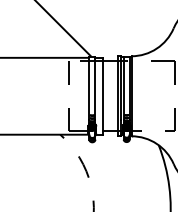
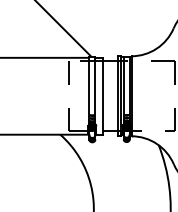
line at (85, 170): dashed -> solid
